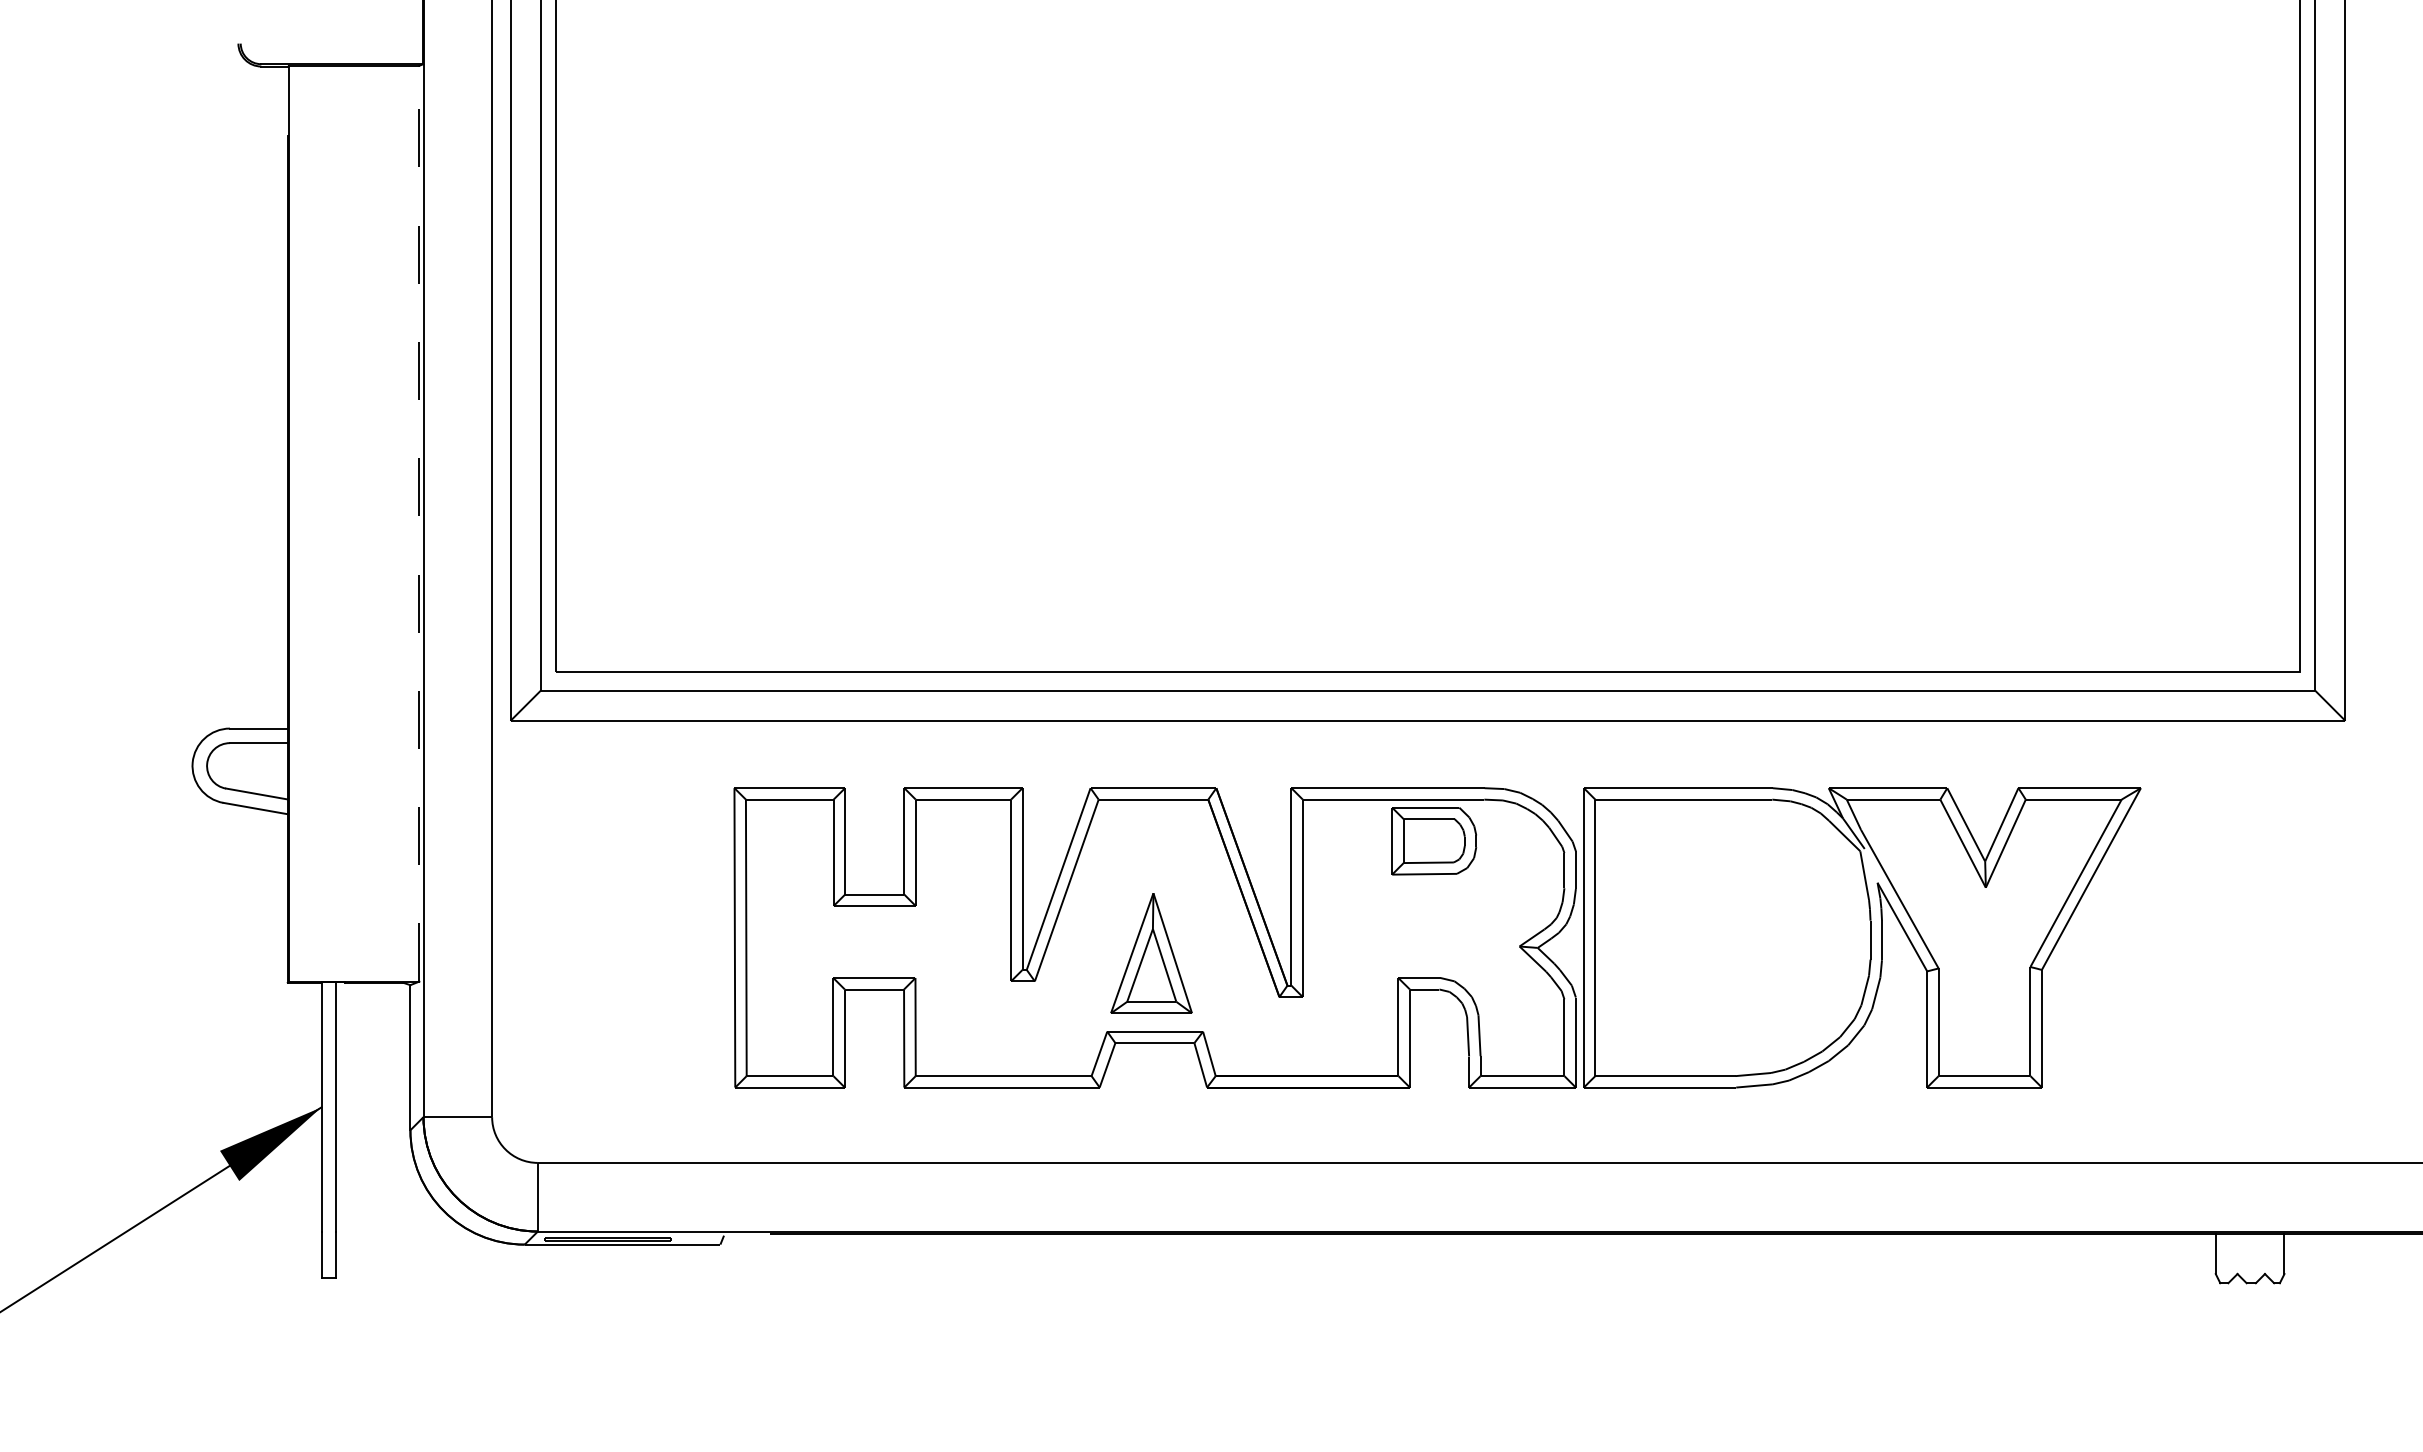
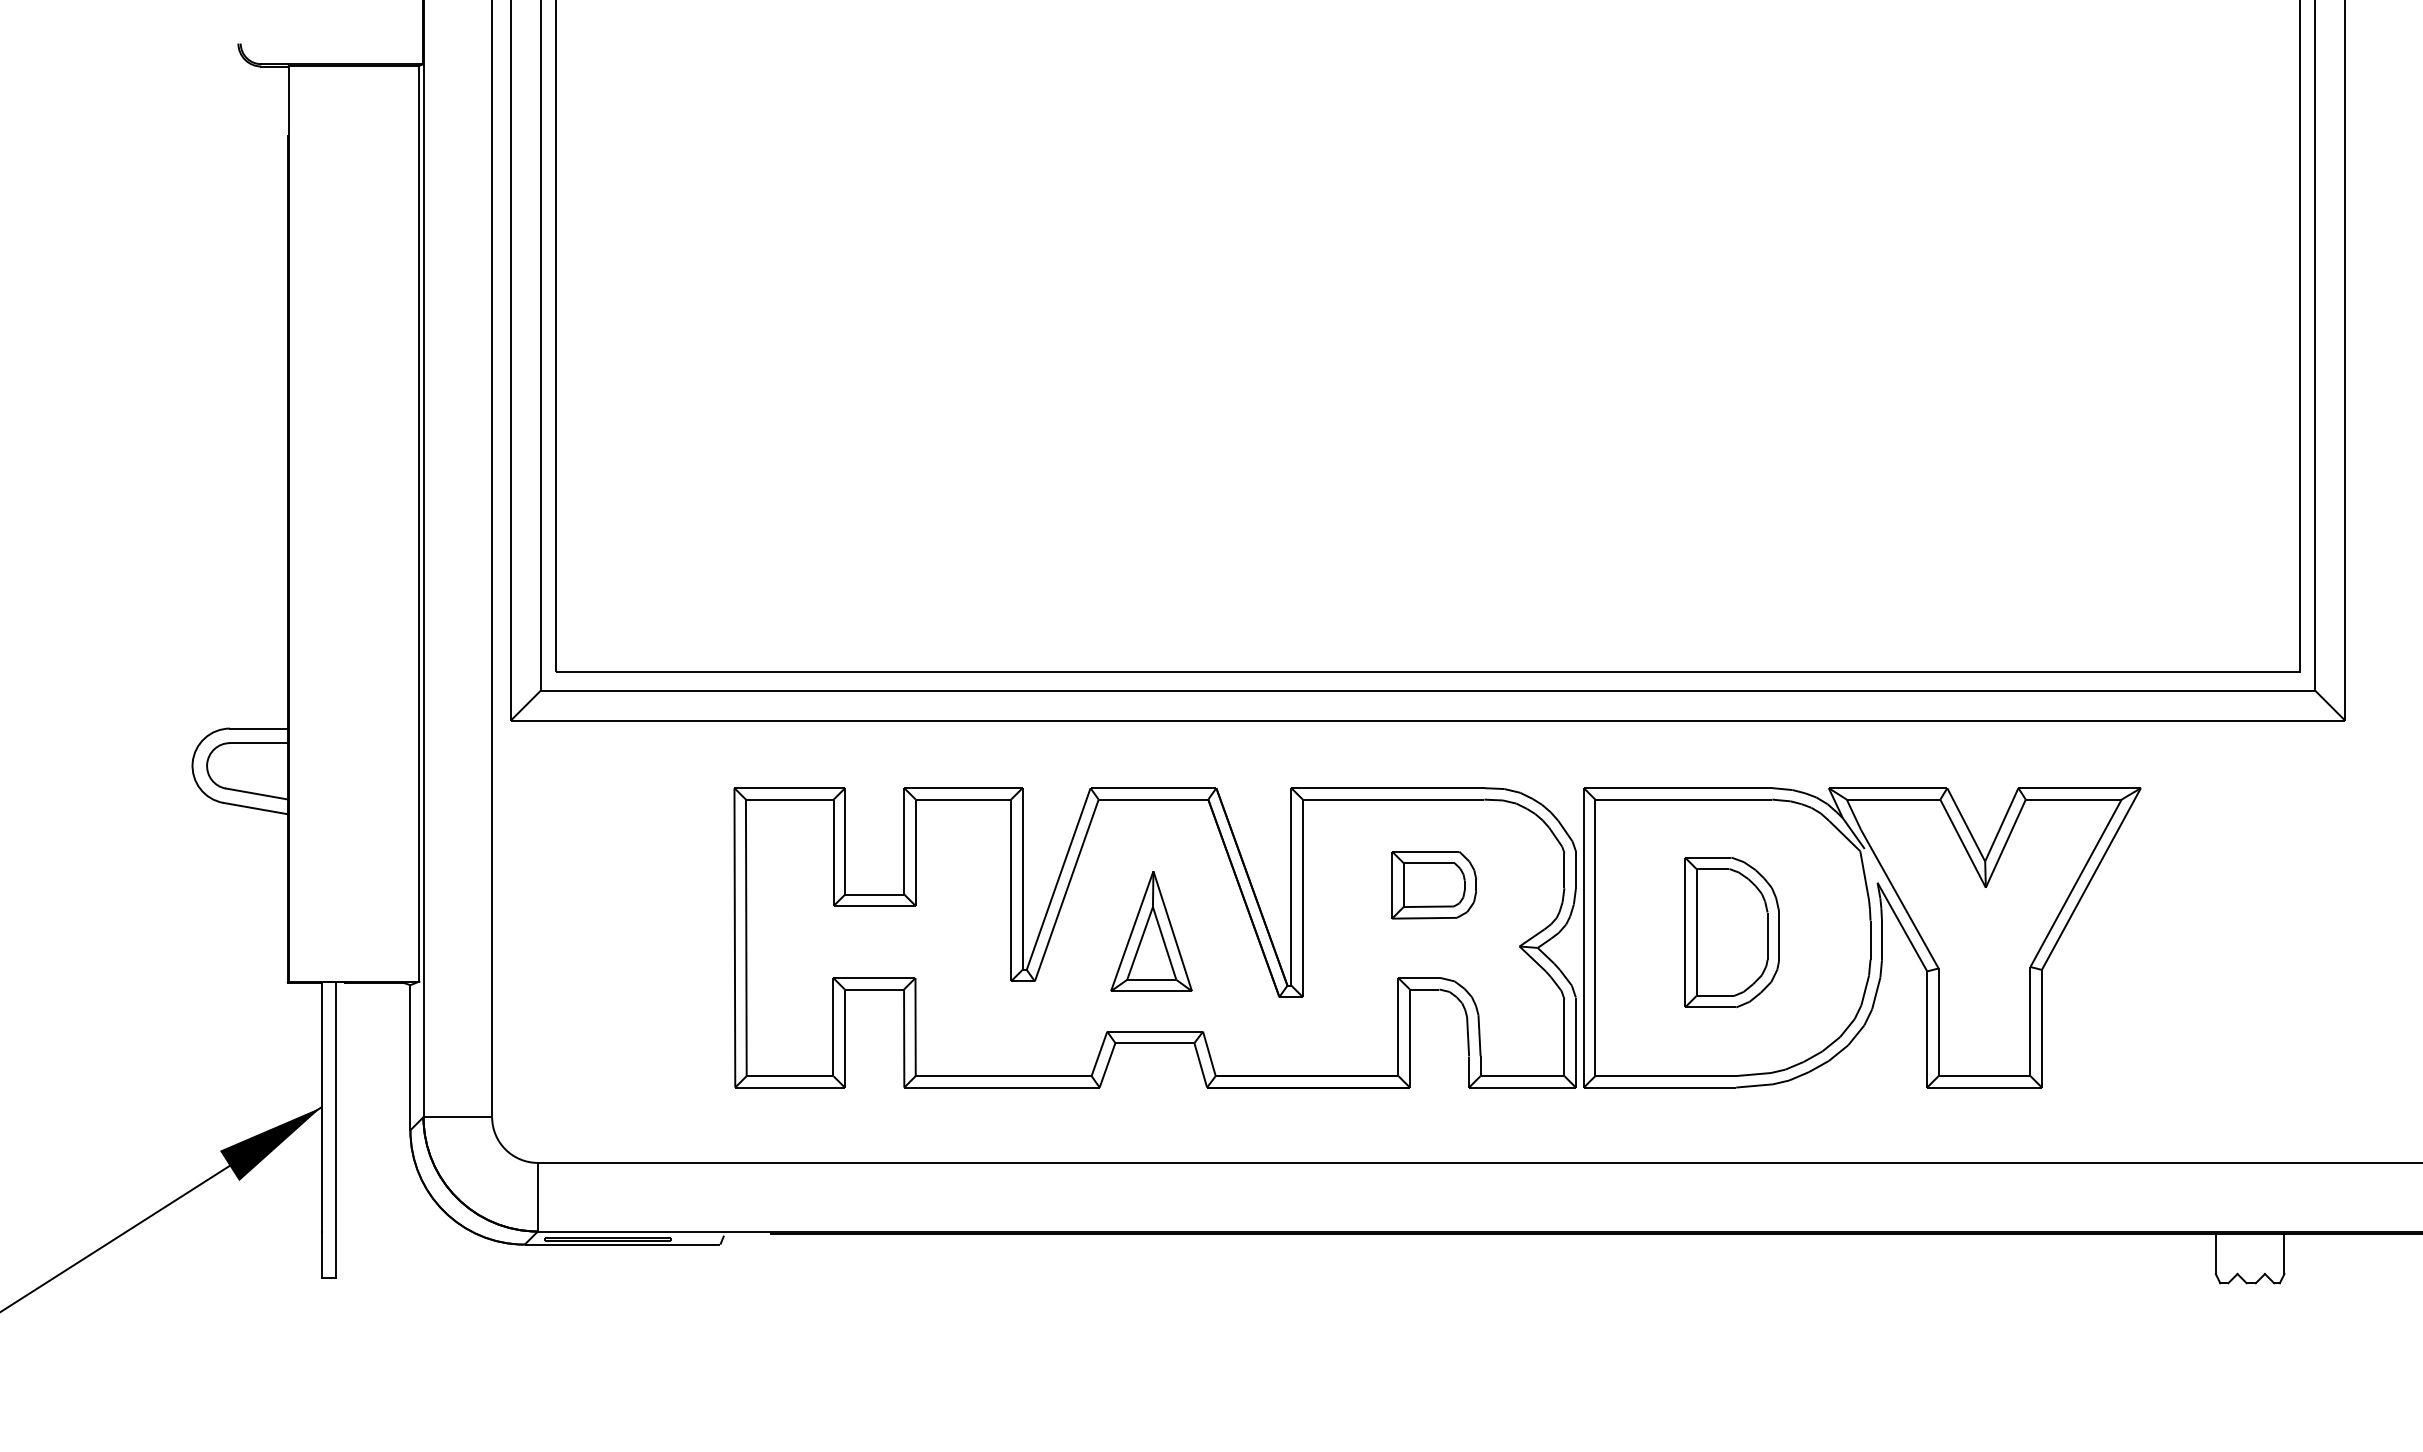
line at (419, 523): dashed -> solid
part at (1434, 841) position: (1434, 841) -> (1434, 885)
part at (1731, 932): none -> present
part at (1151, 953) position: (1151, 953) -> (1151, 931)
